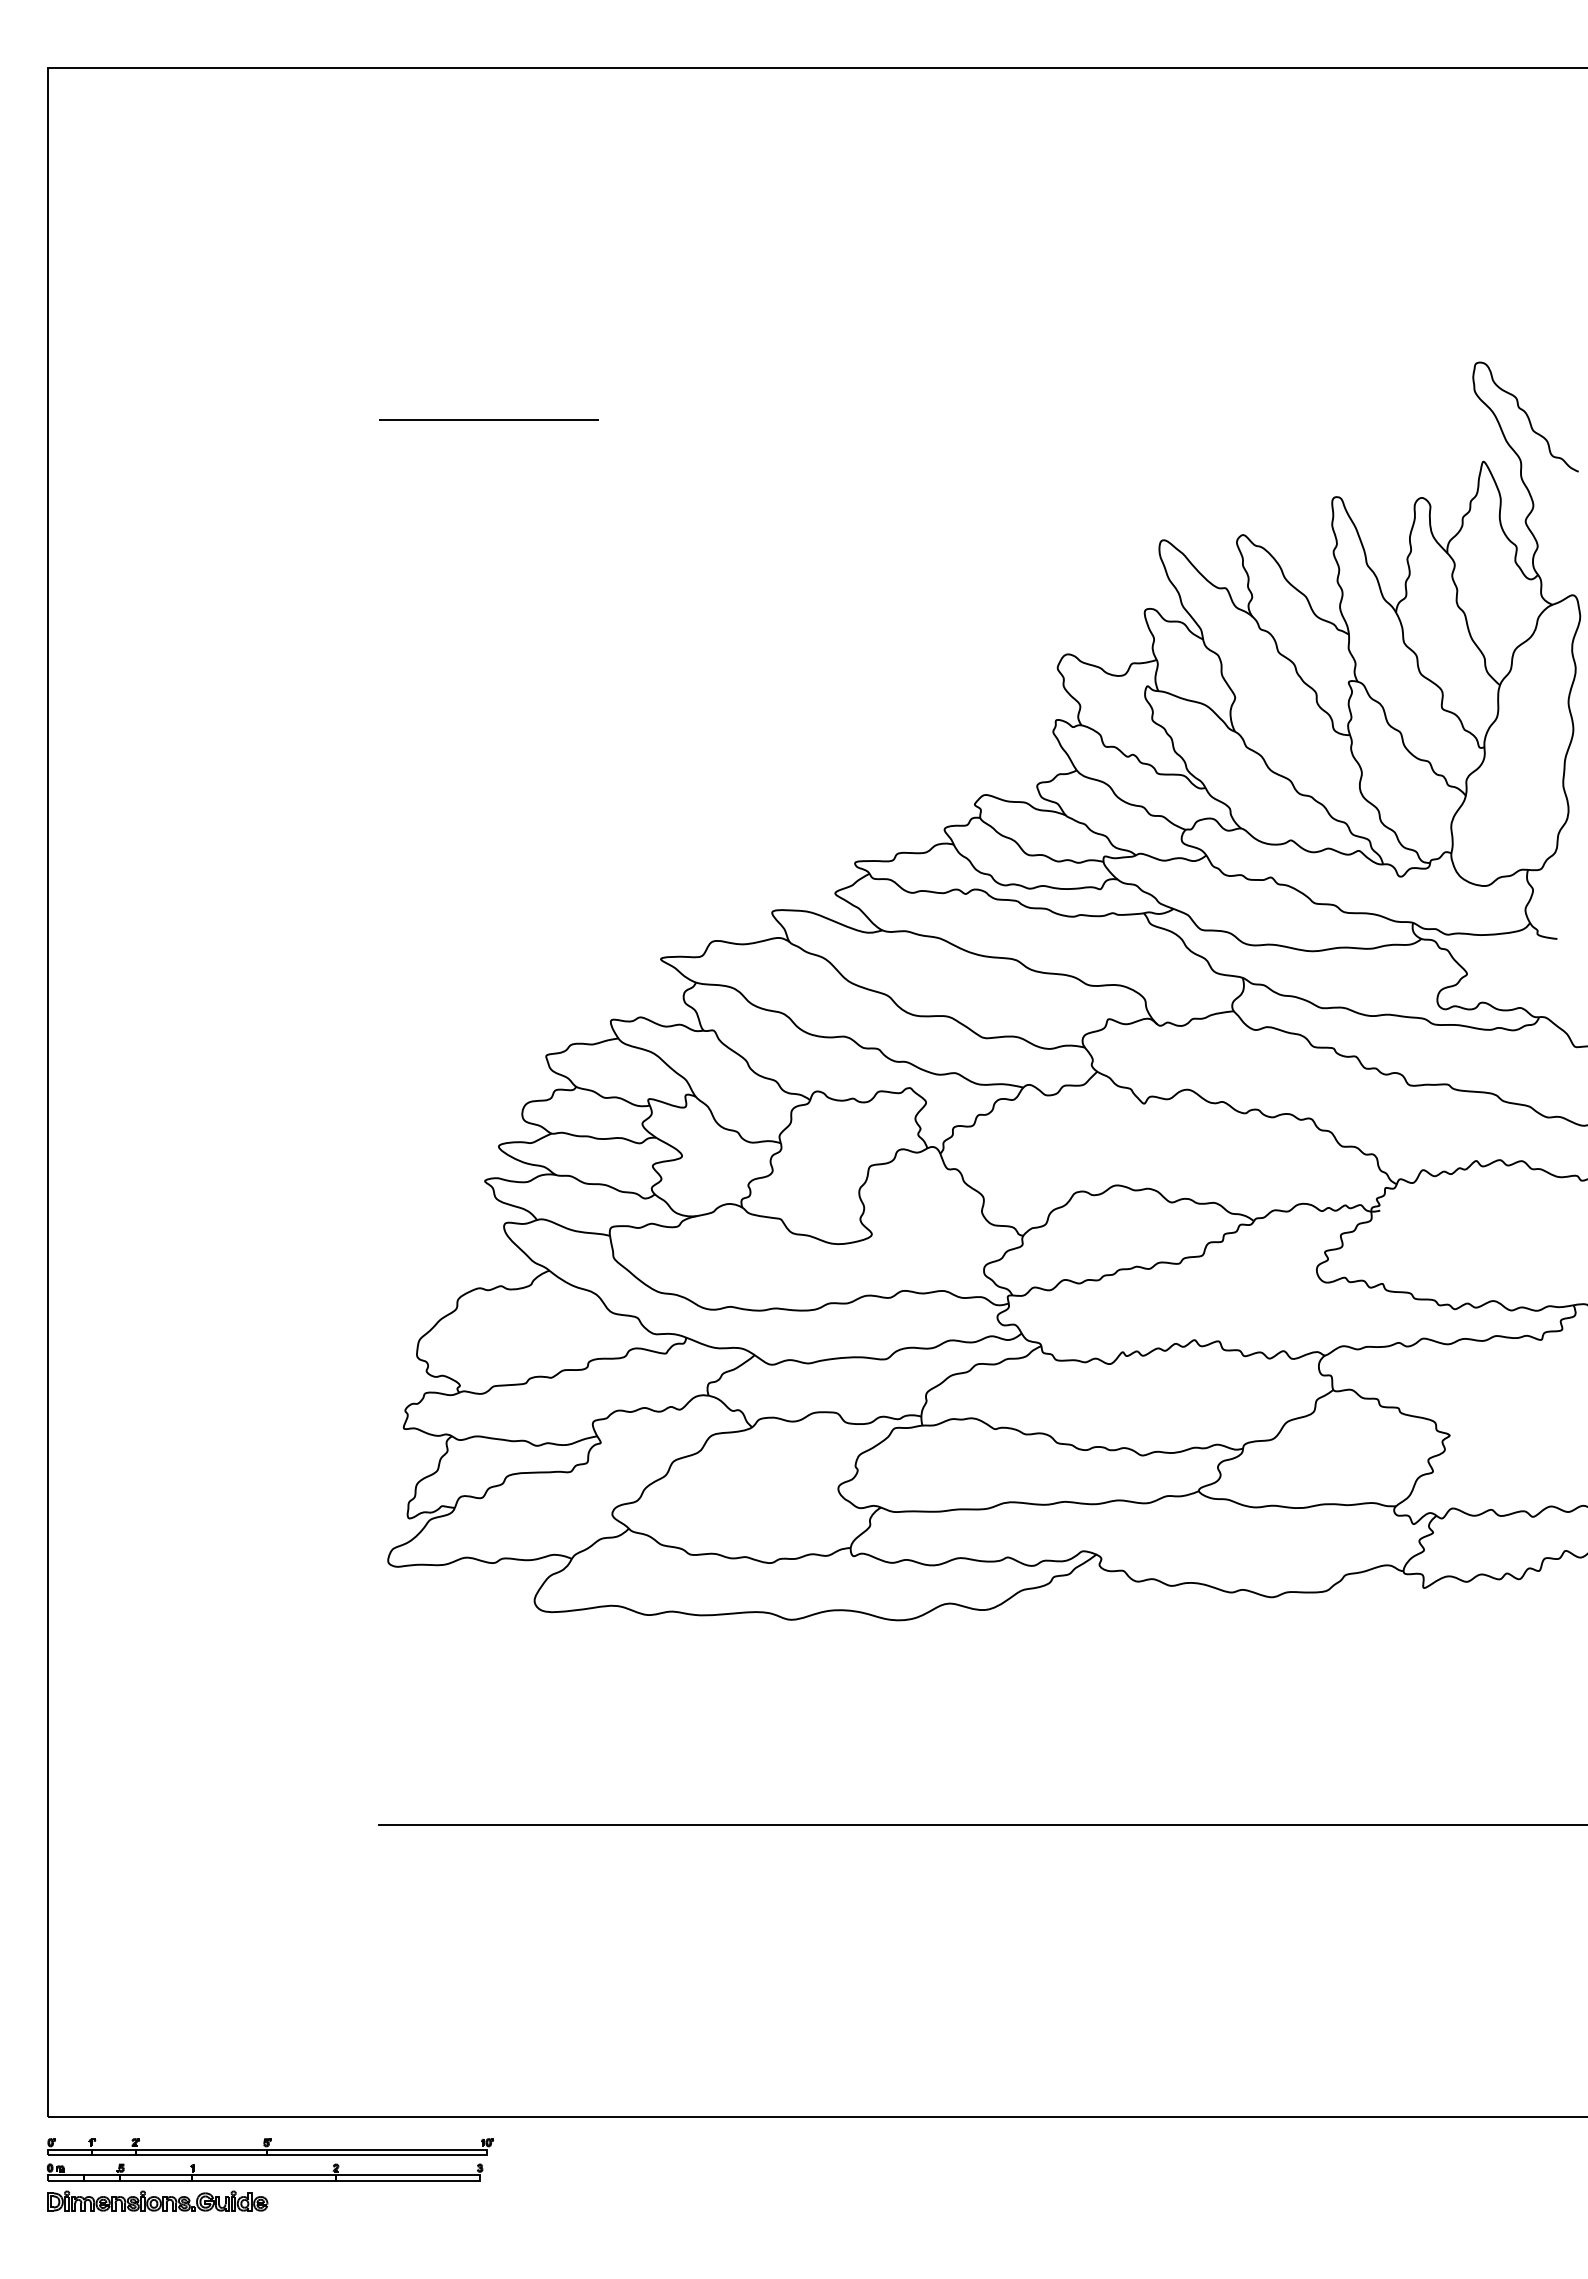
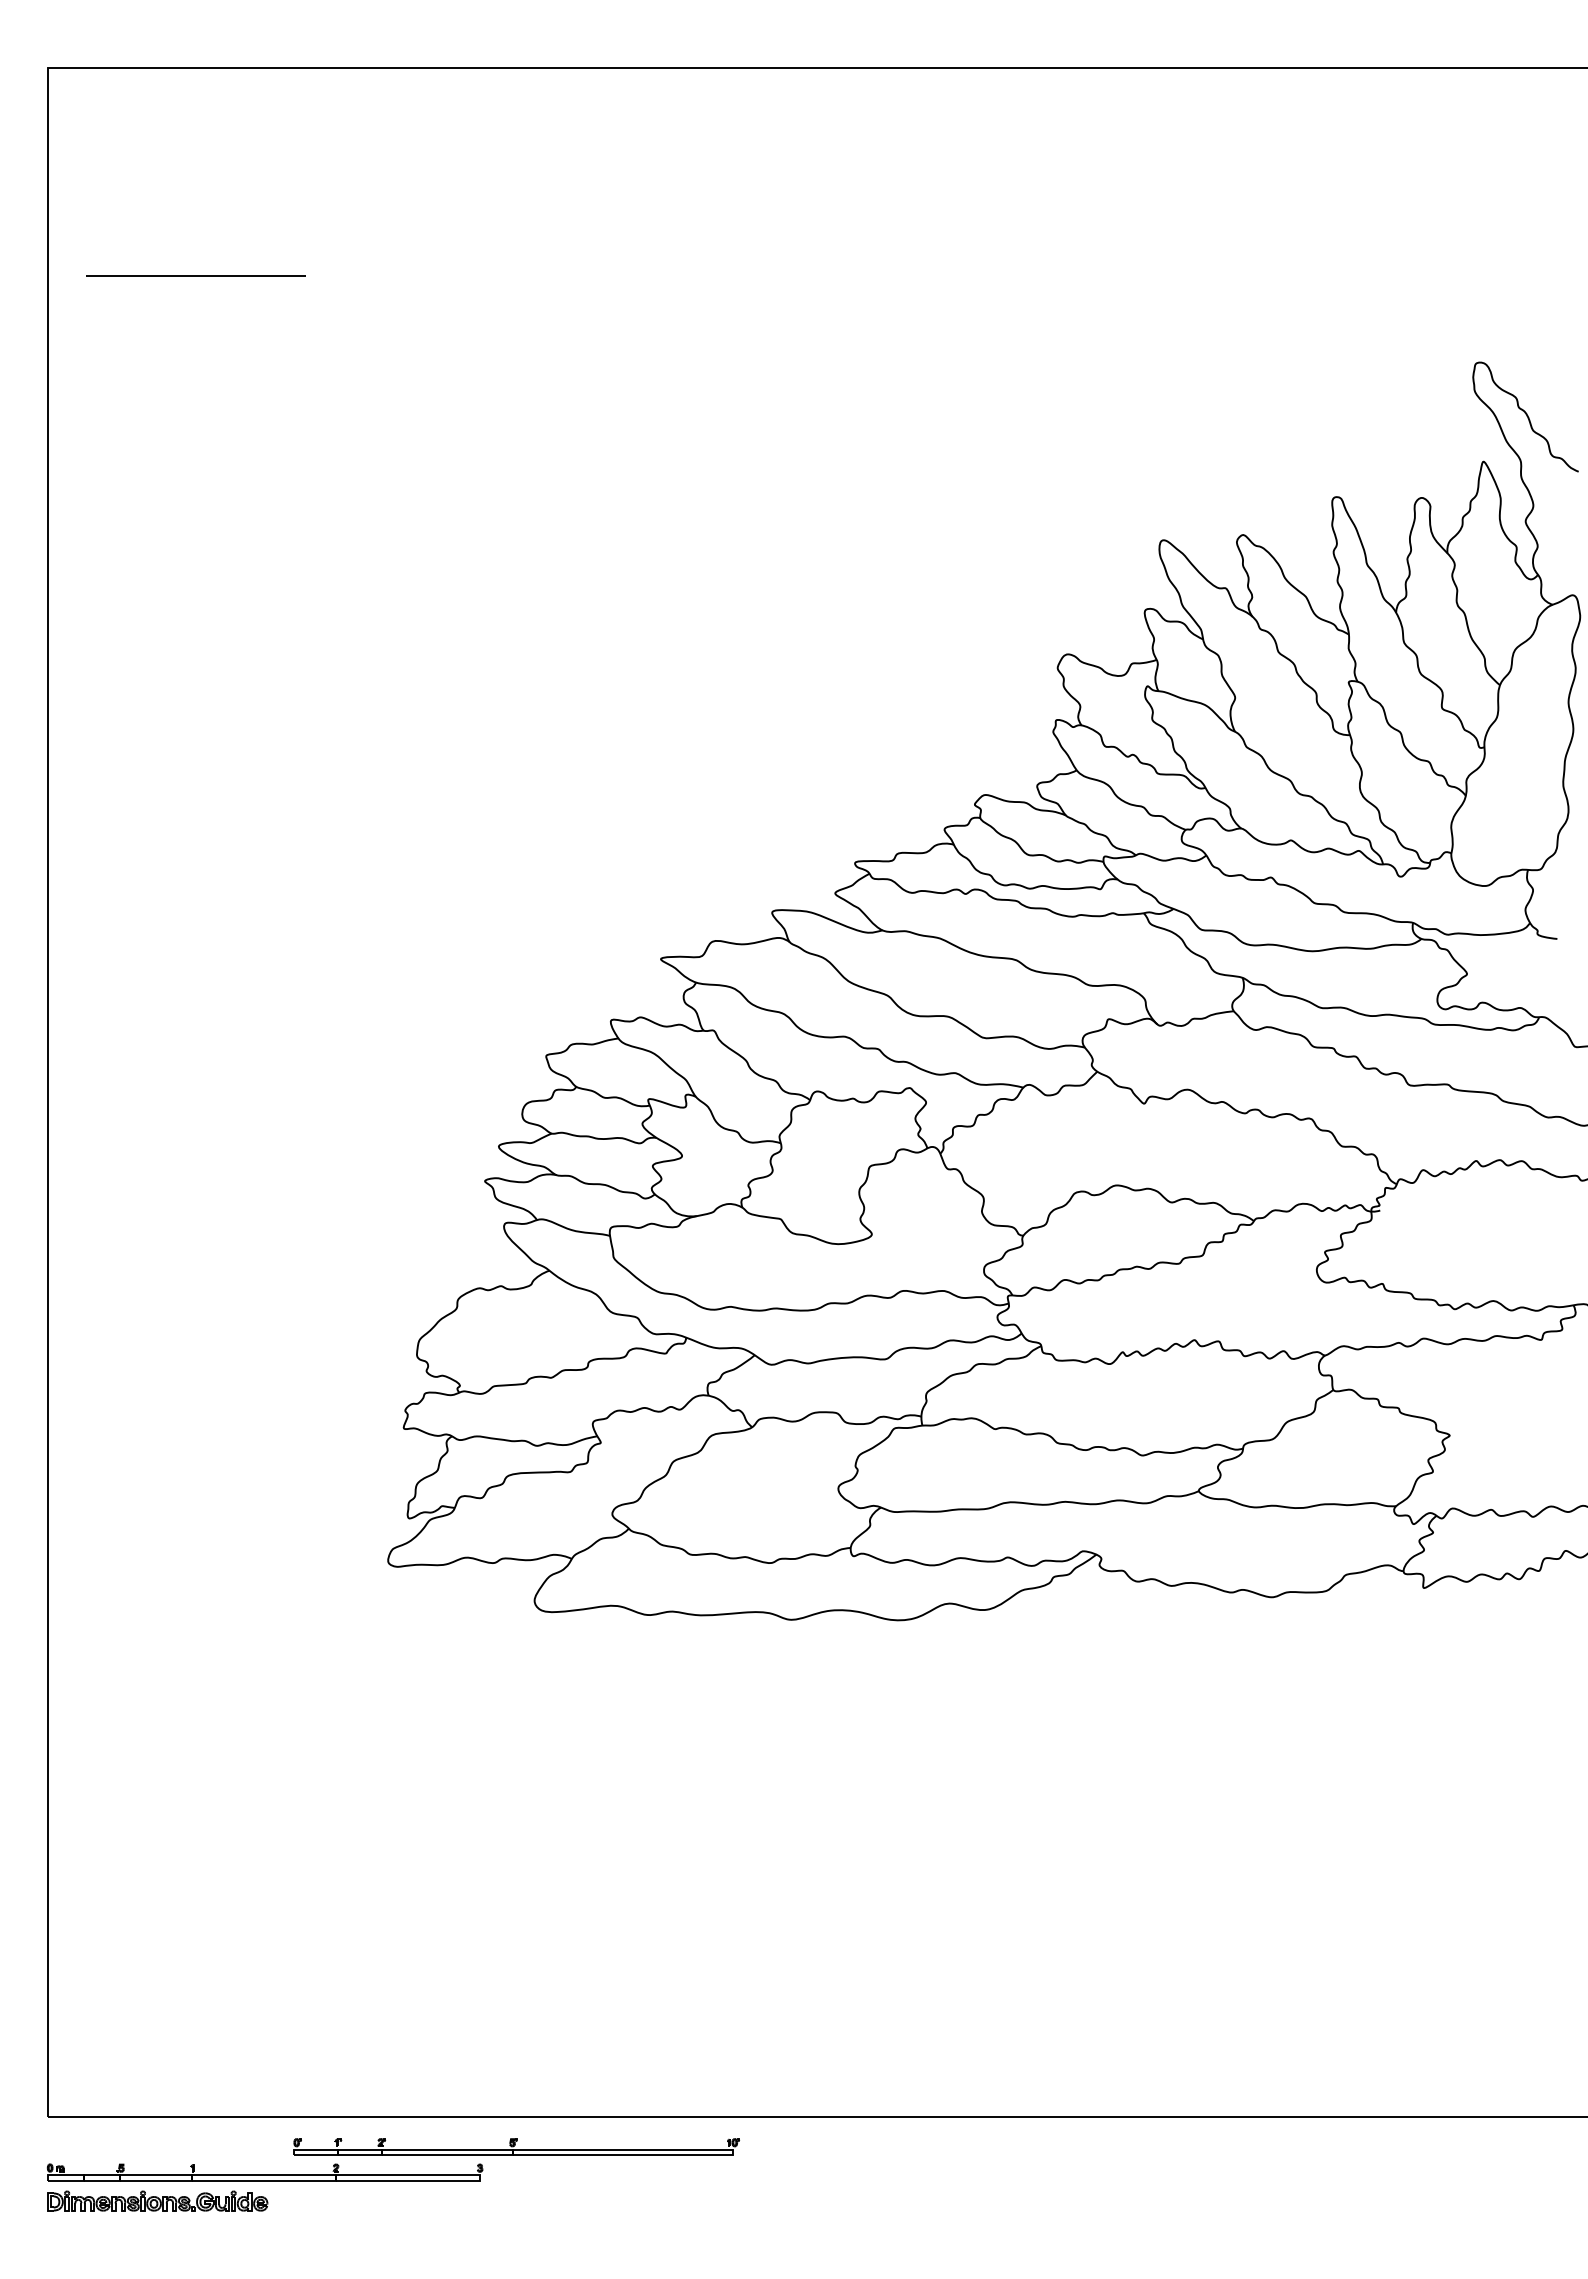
line at (488, 419) position: (488, 419) -> (195, 275)
line at (981, 1825): present -> none
part at (270, 2146) position: (270, 2146) -> (516, 2146)
